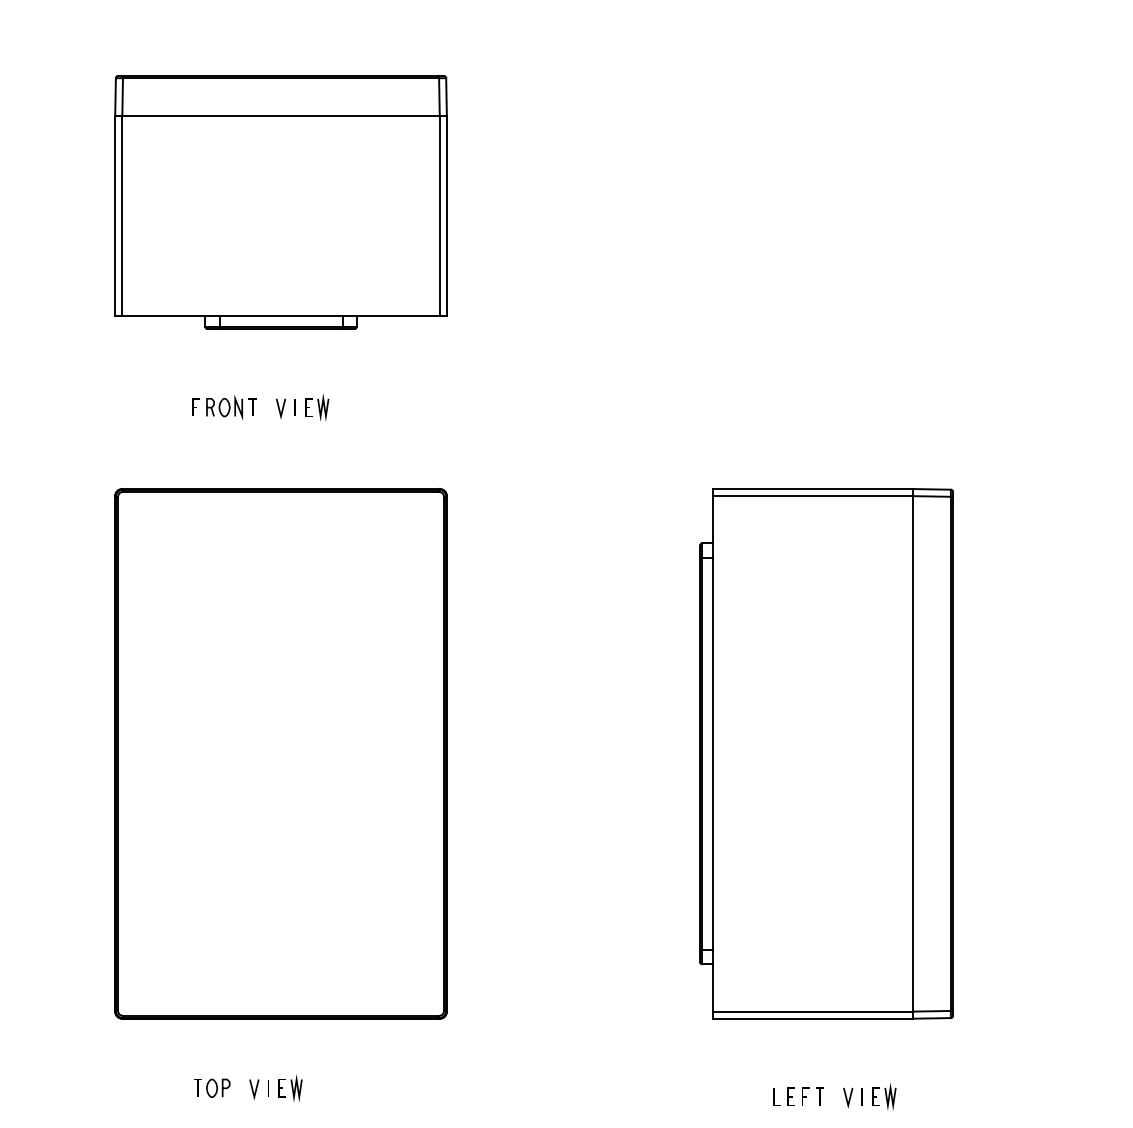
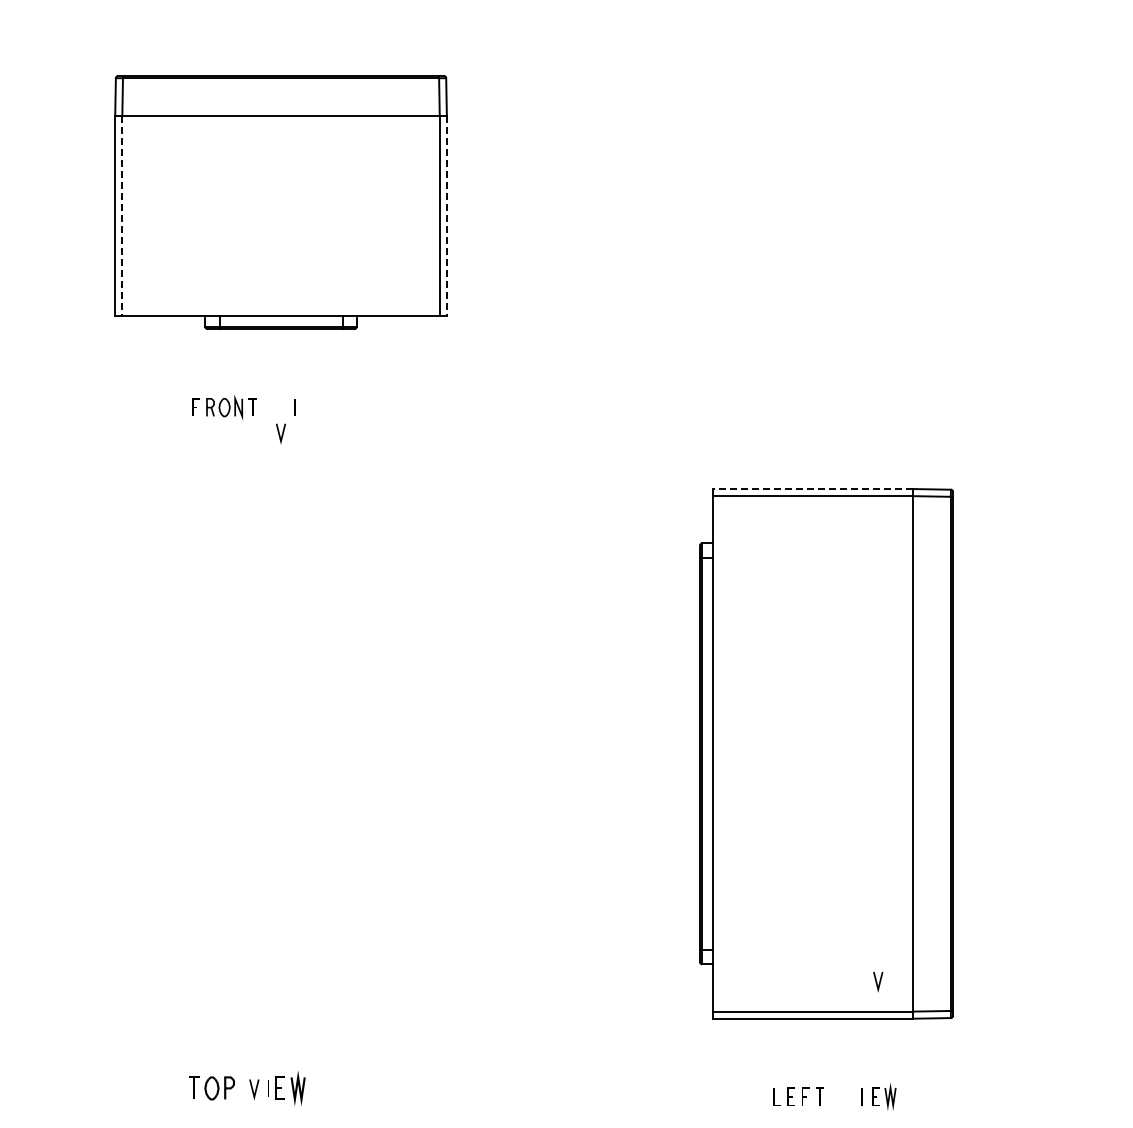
line at (122, 215): solid -> dashed
line at (446, 215): solid -> dashed
part at (317, 407): present -> none
line at (279, 408) position: (279, 408) -> (279, 433)
line at (813, 489): solid -> dashed
part at (280, 753): present -> none
part at (212, 1087) size: 37x20 px -> 46x25 px
part at (290, 1087) size: 25x28 px -> 31x35 px
line at (849, 1097) position: (849, 1097) -> (879, 981)
